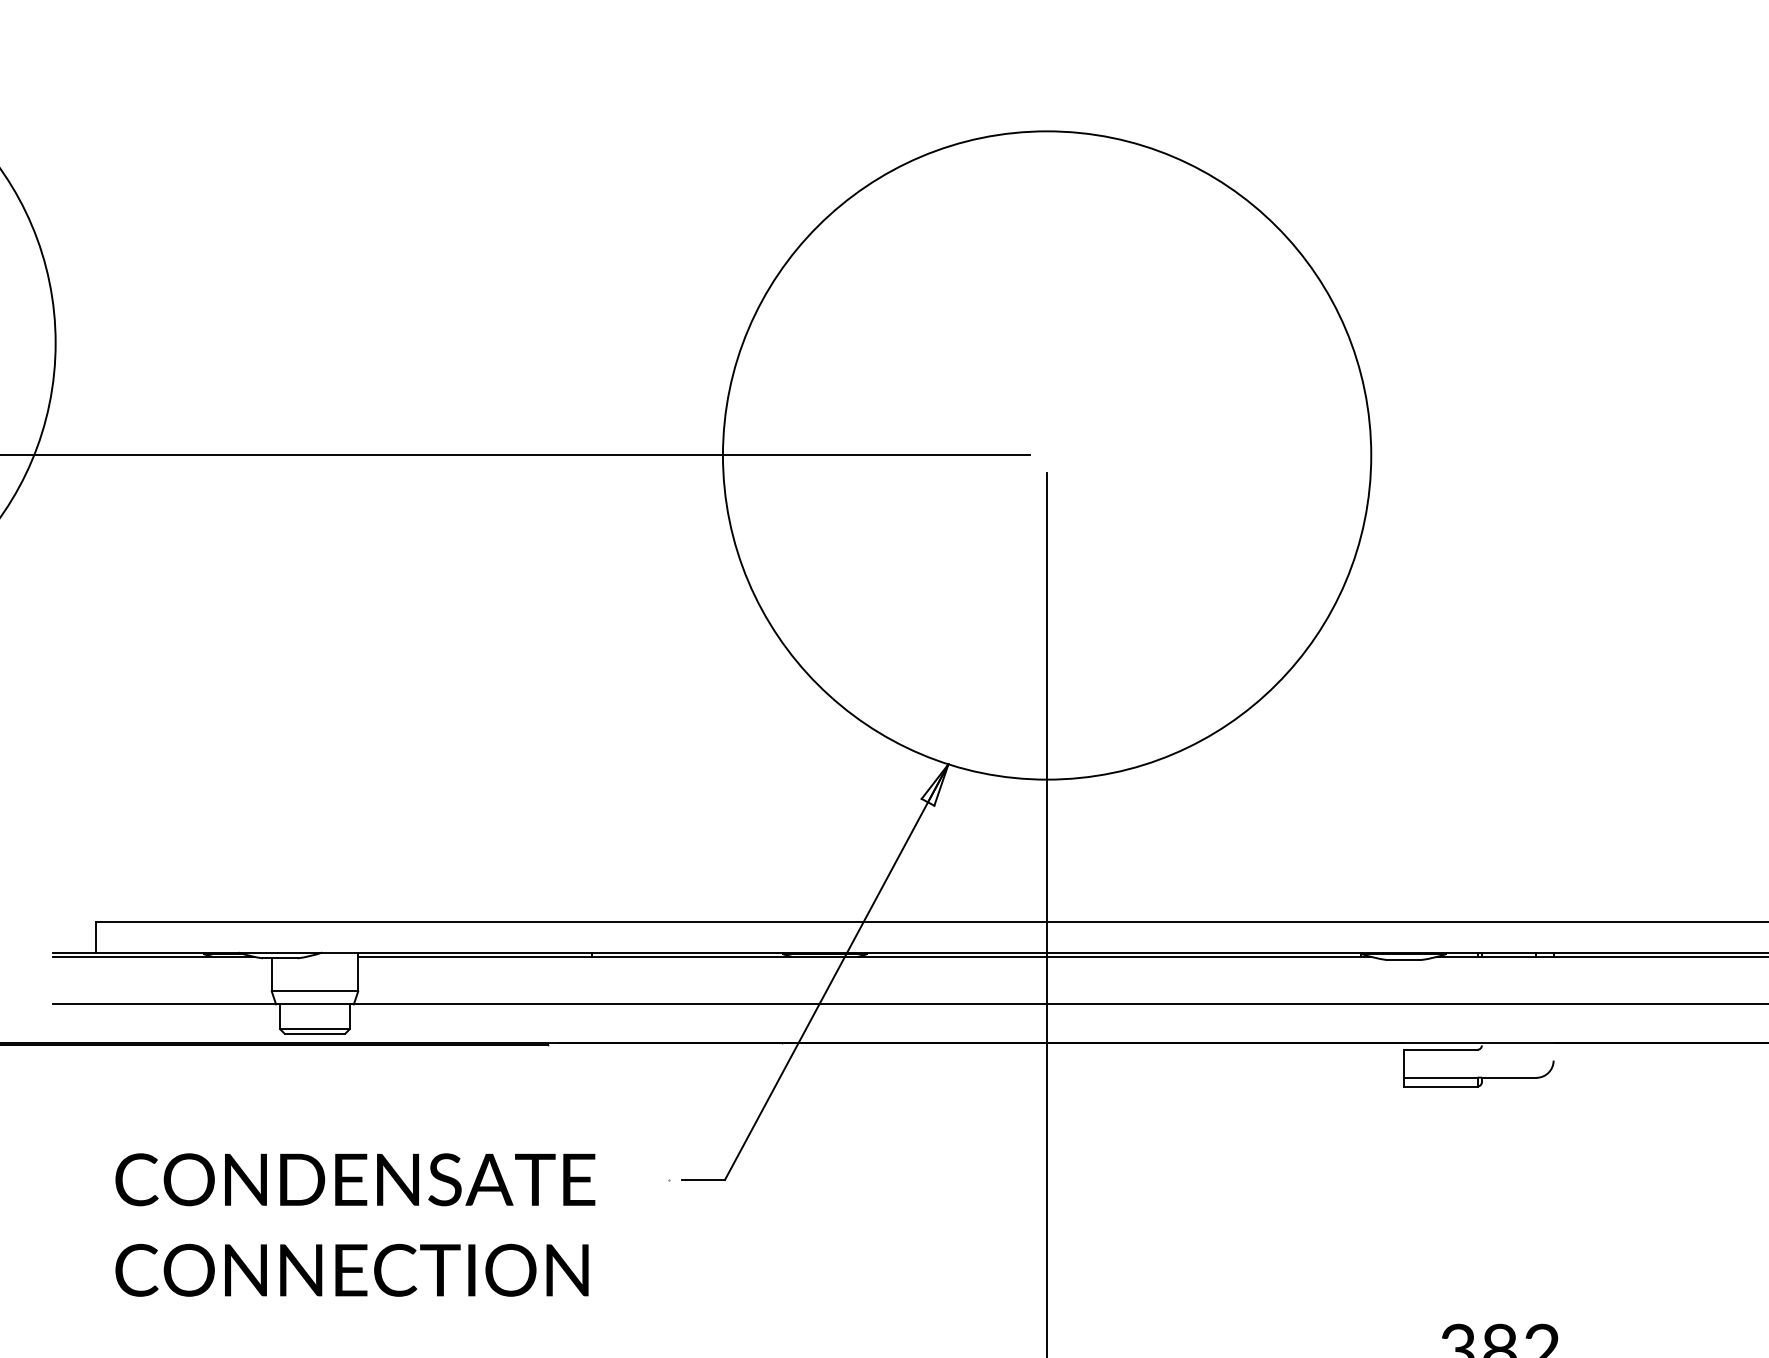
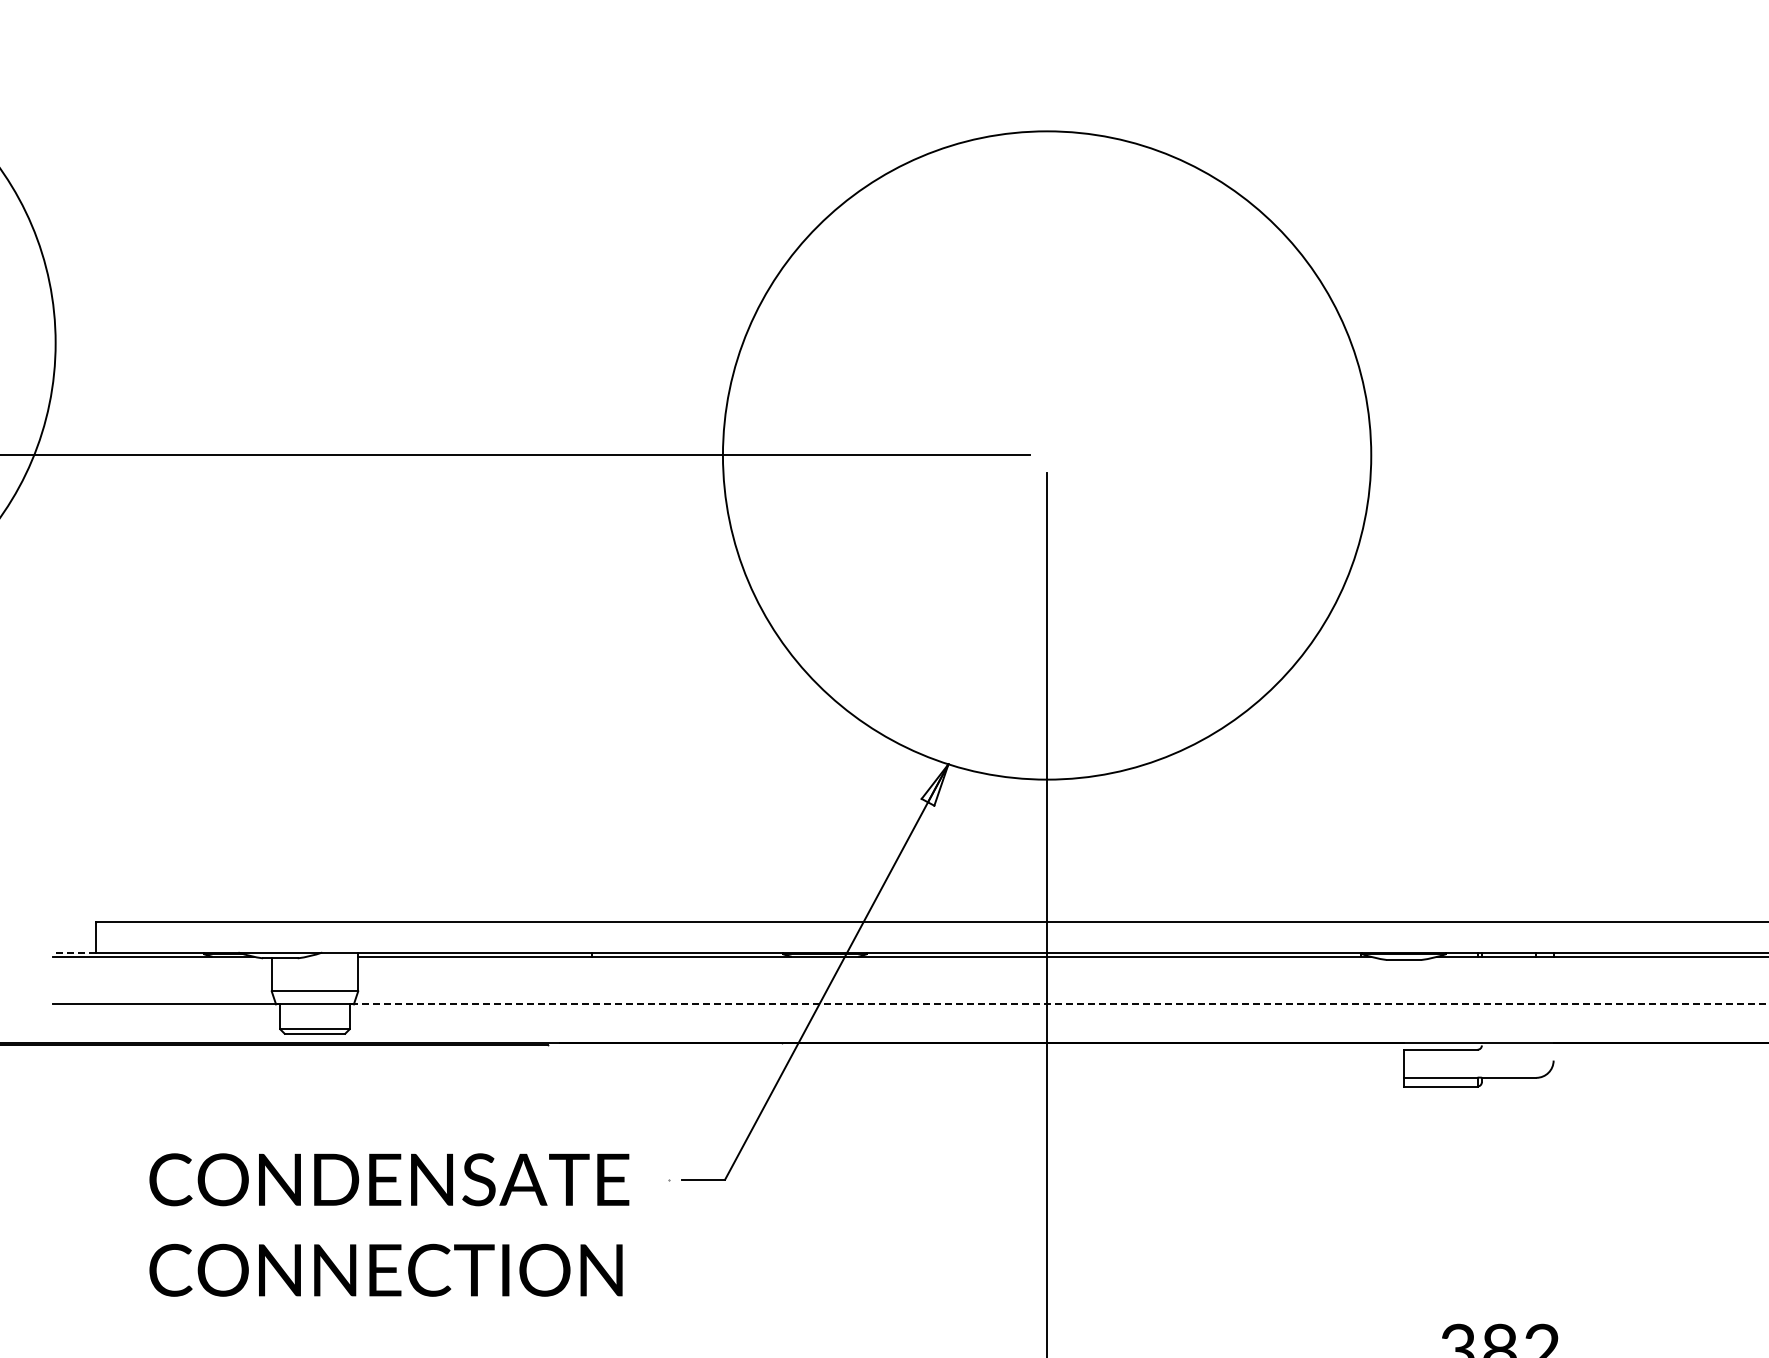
line at (74, 952): solid -> dashed
line at (1059, 1004): solid -> dashed
text at (355, 1224) position: (355, 1224) -> (389, 1224)
